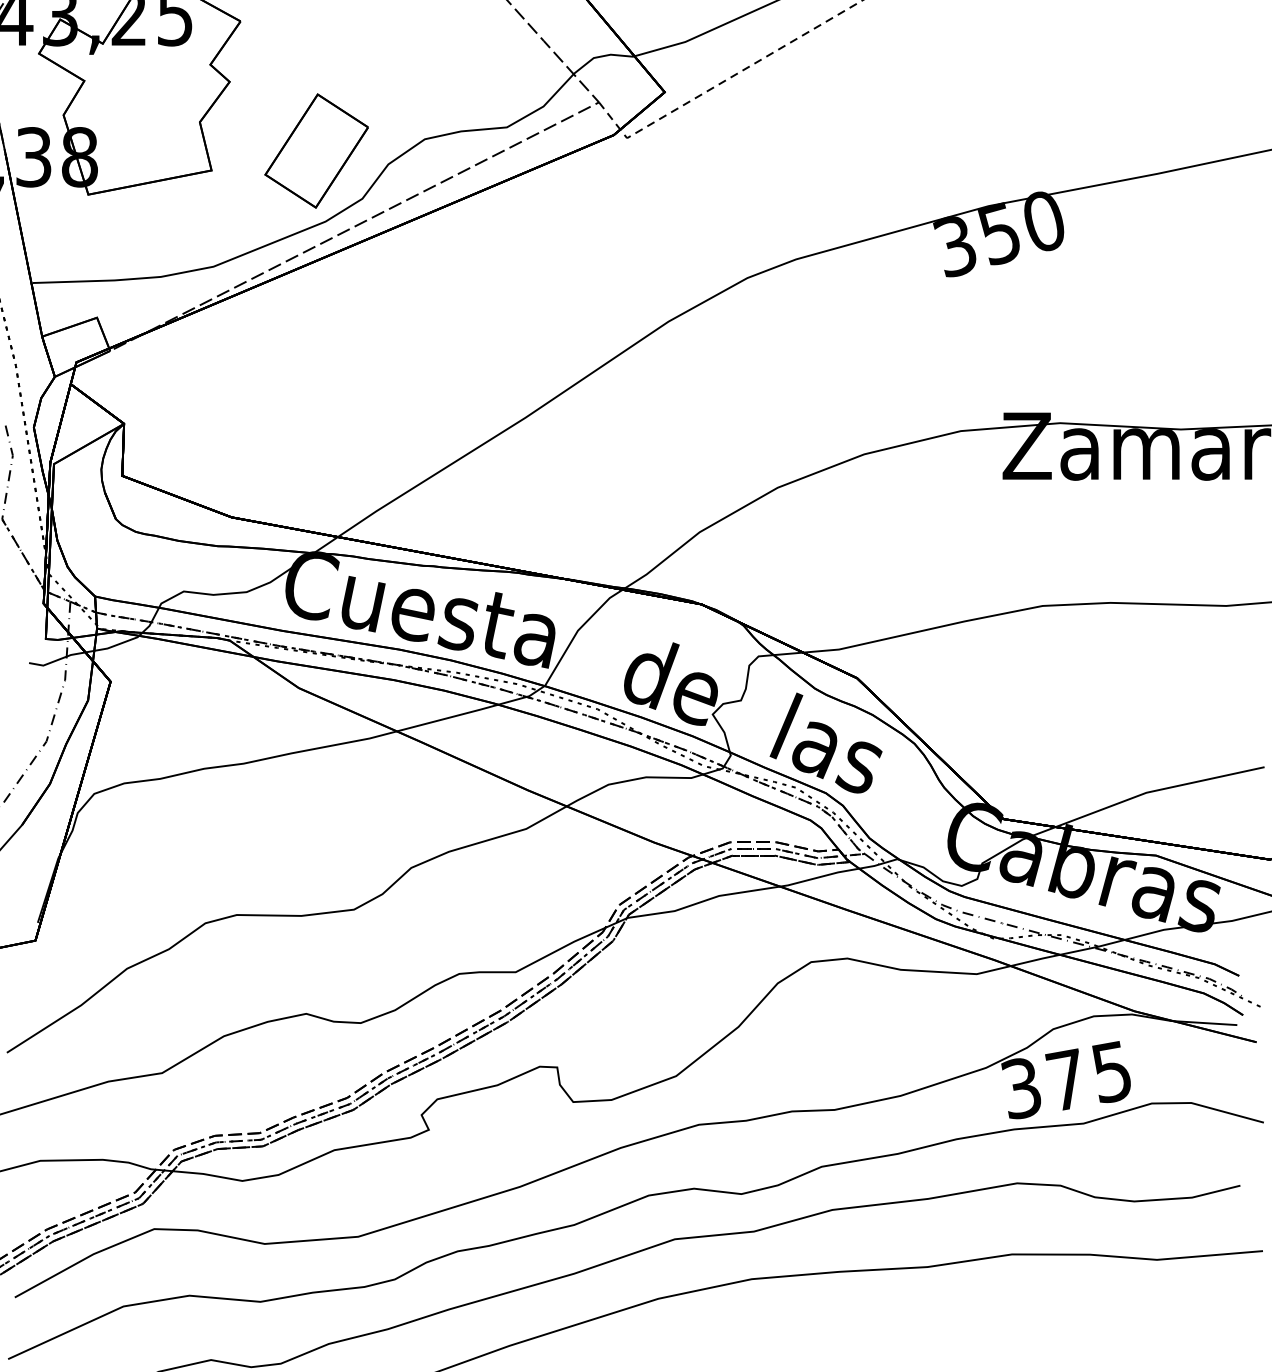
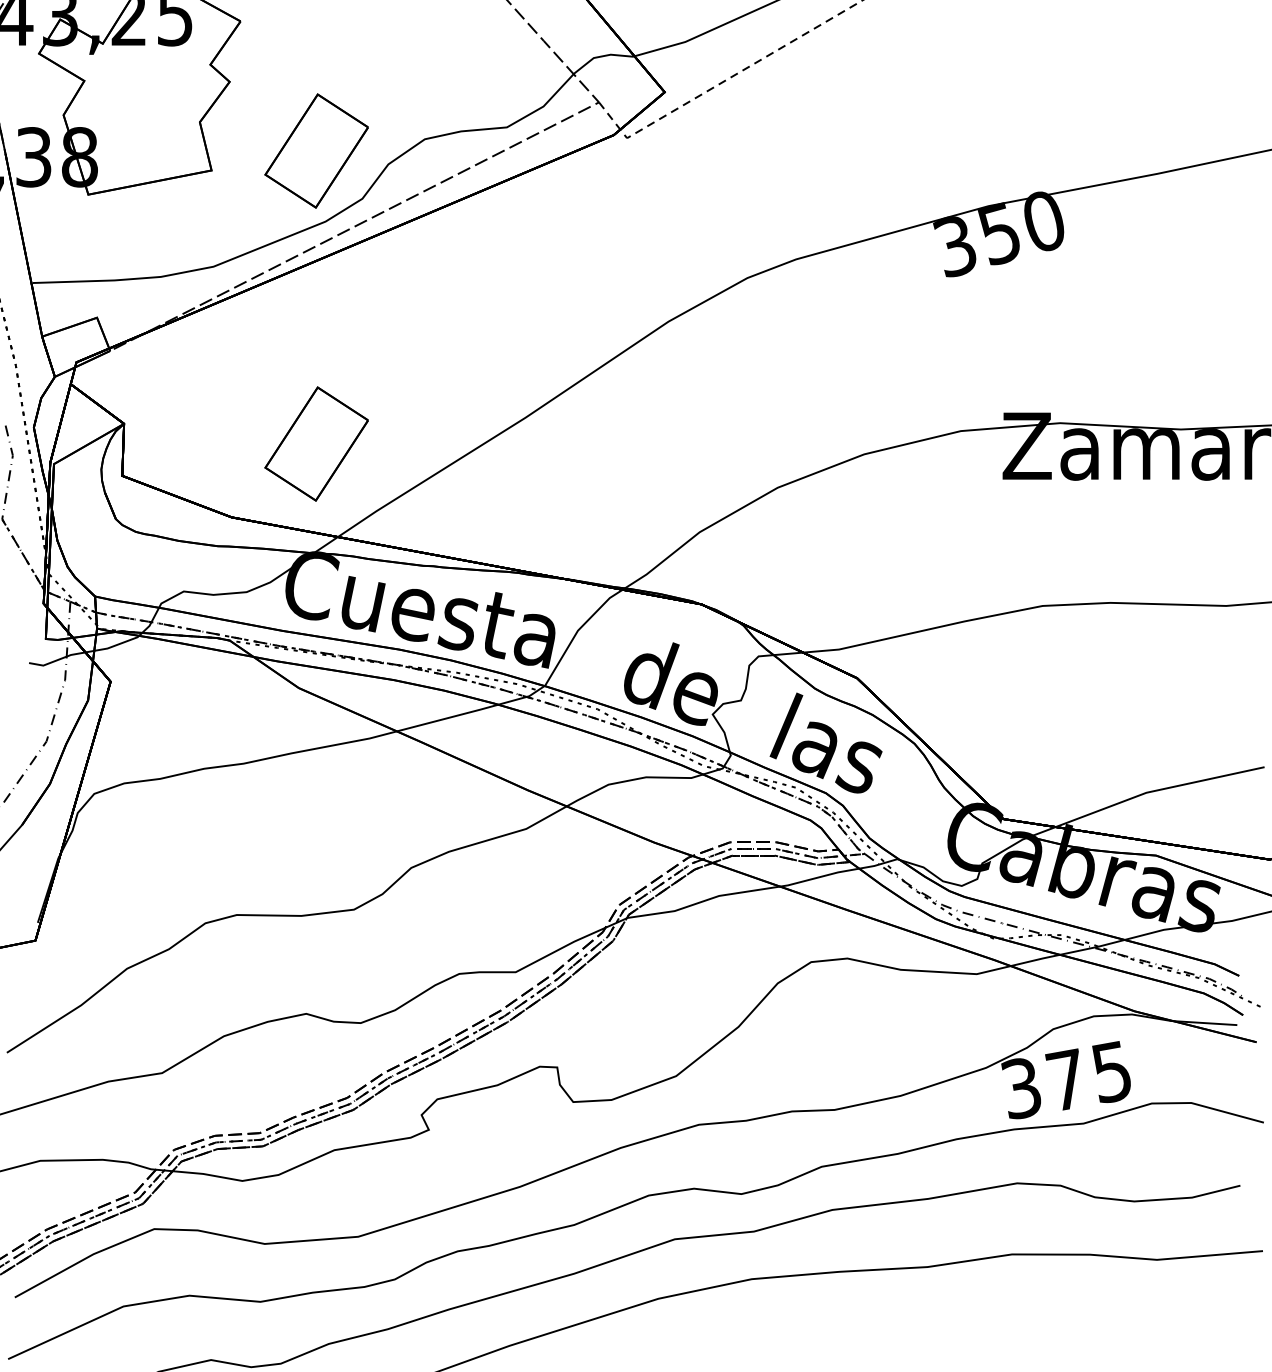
part at (316, 443): none -> present
